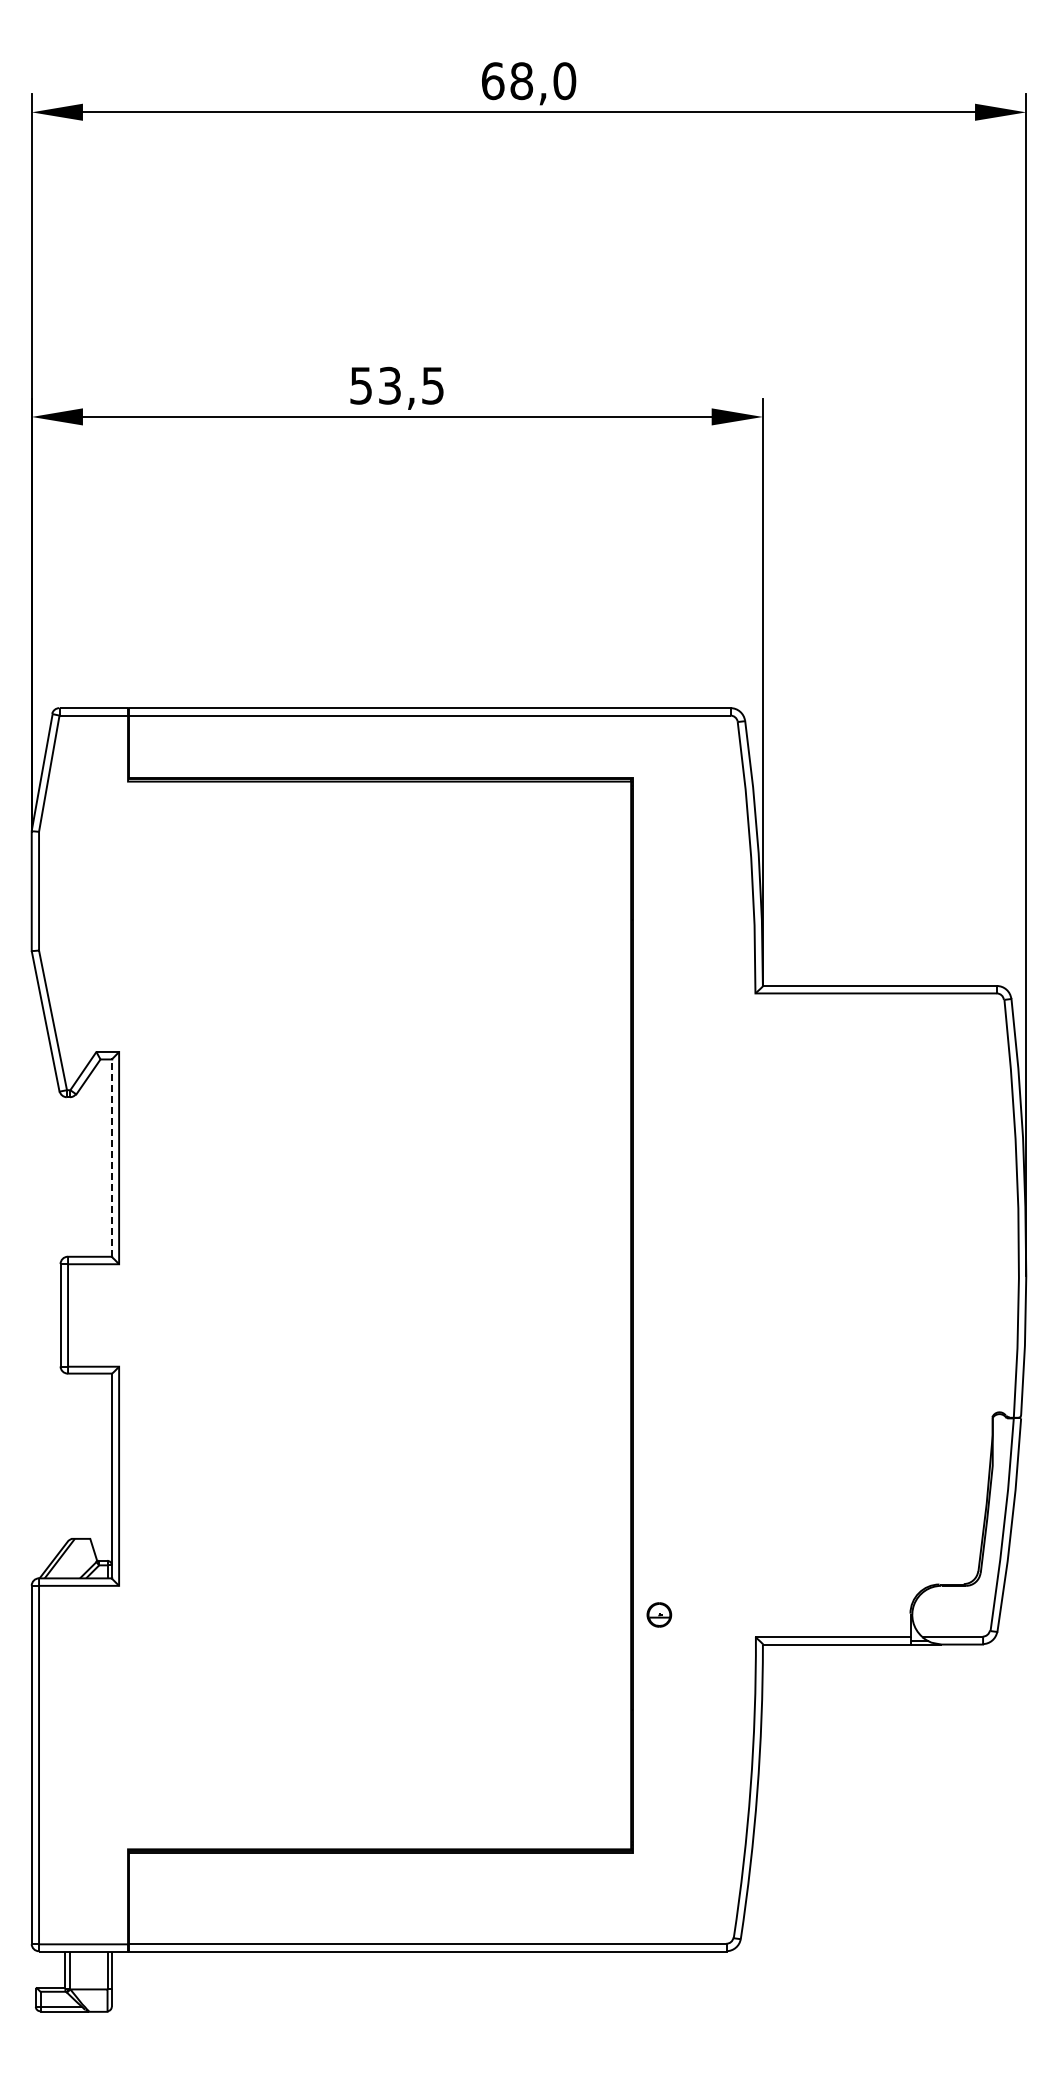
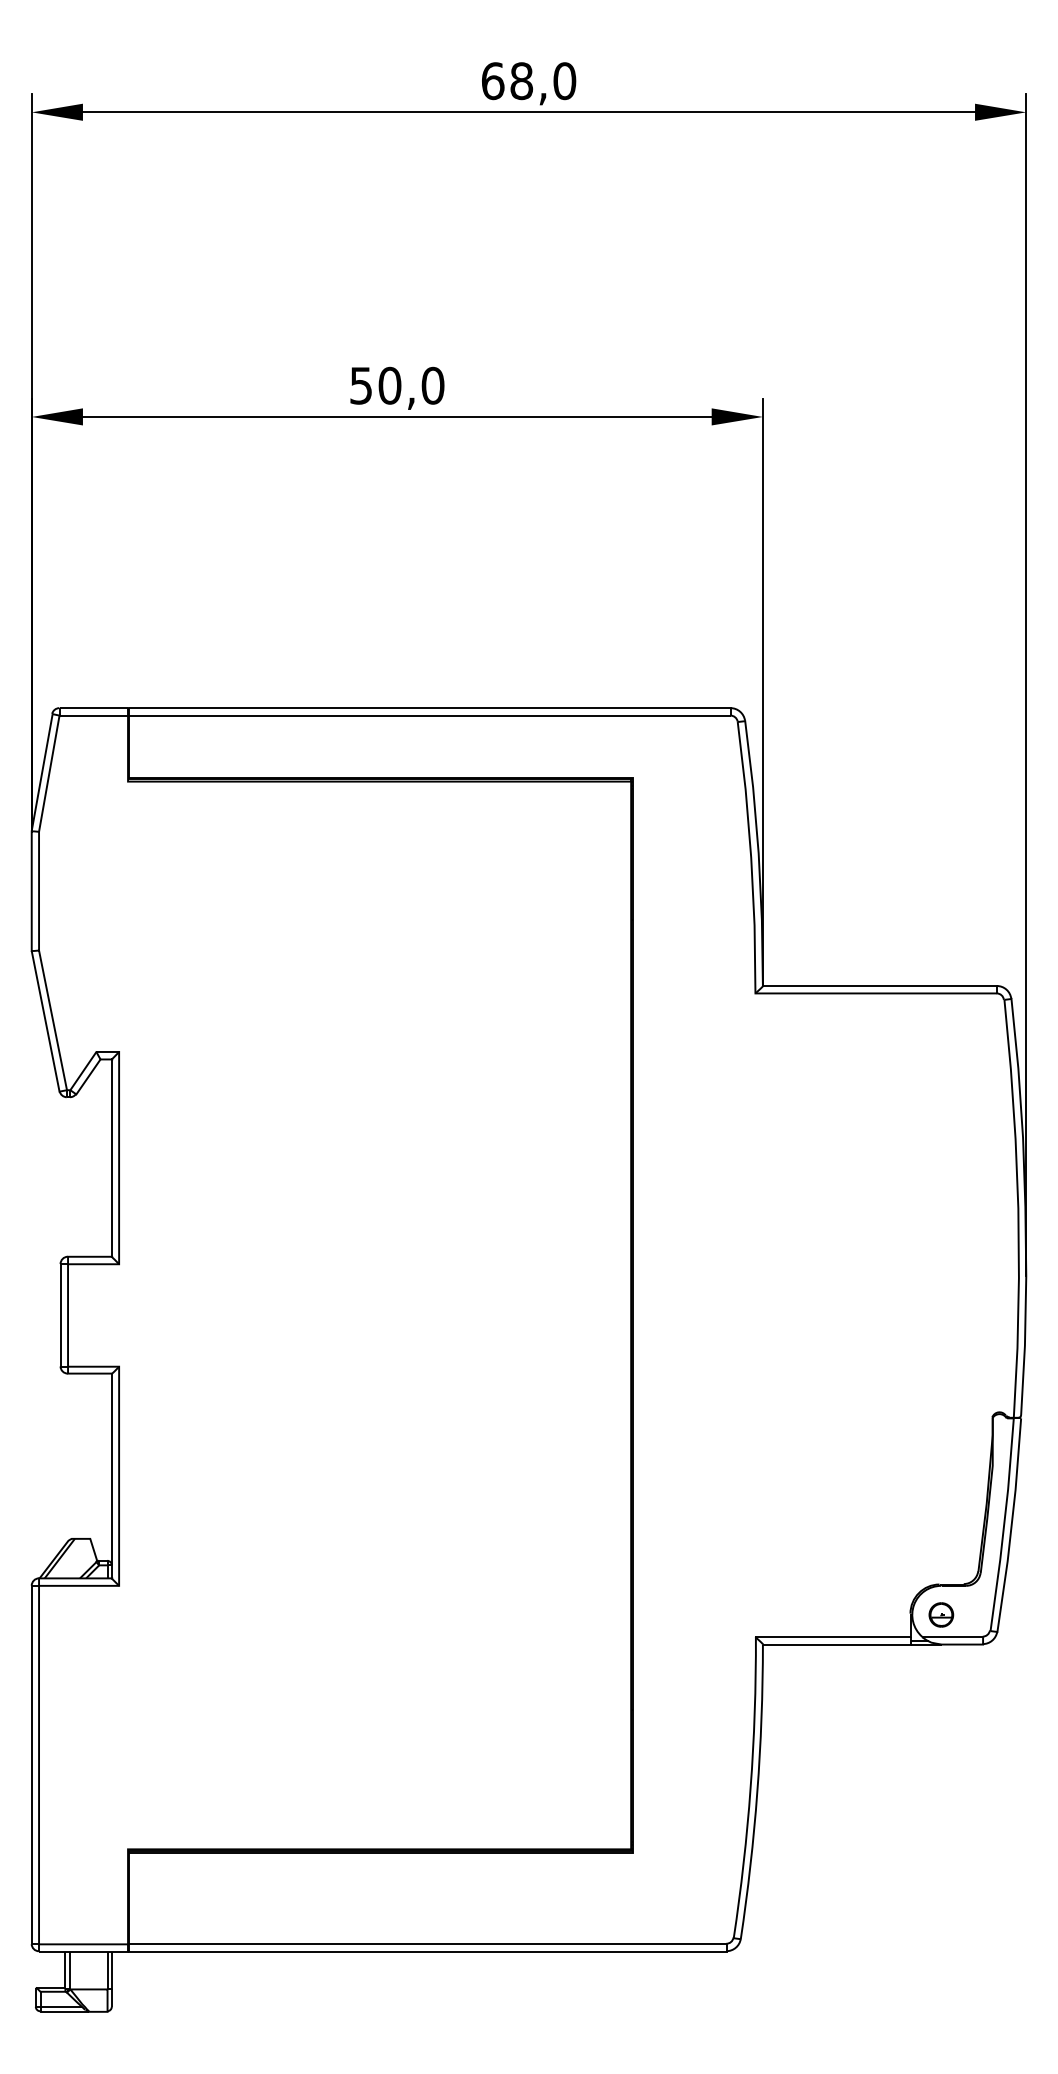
text at (411, 385): 53,5 -> 50,0
line at (112, 1158): dashed -> solid
part at (659, 1614) position: (659, 1614) -> (941, 1614)
